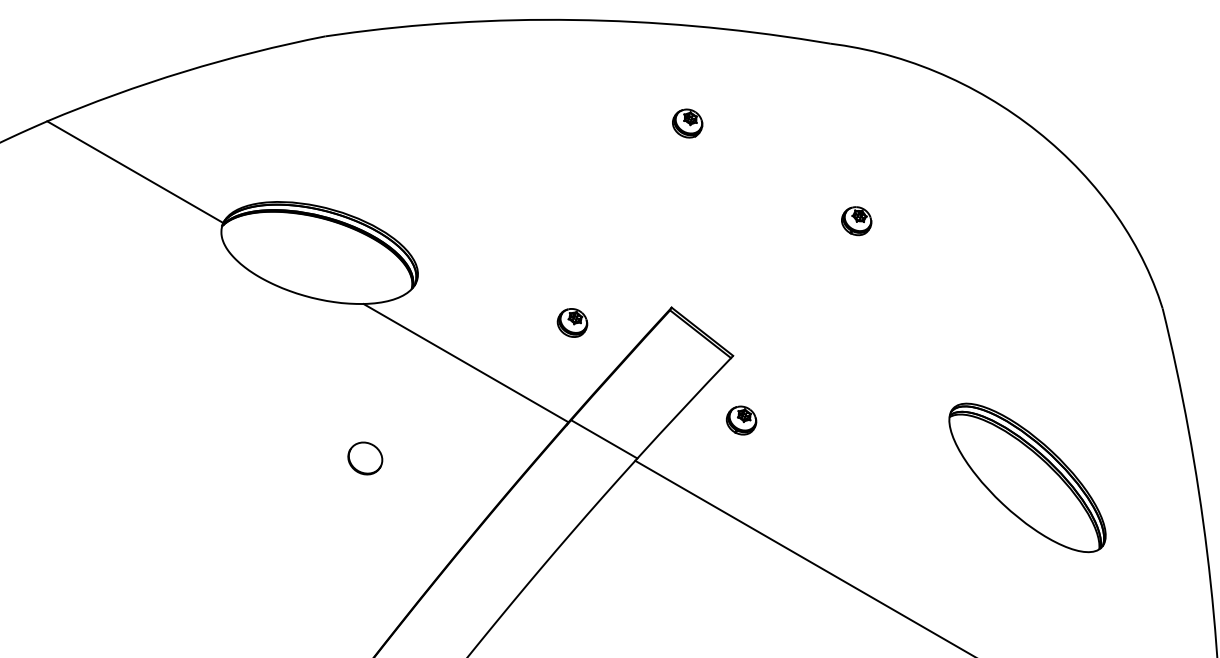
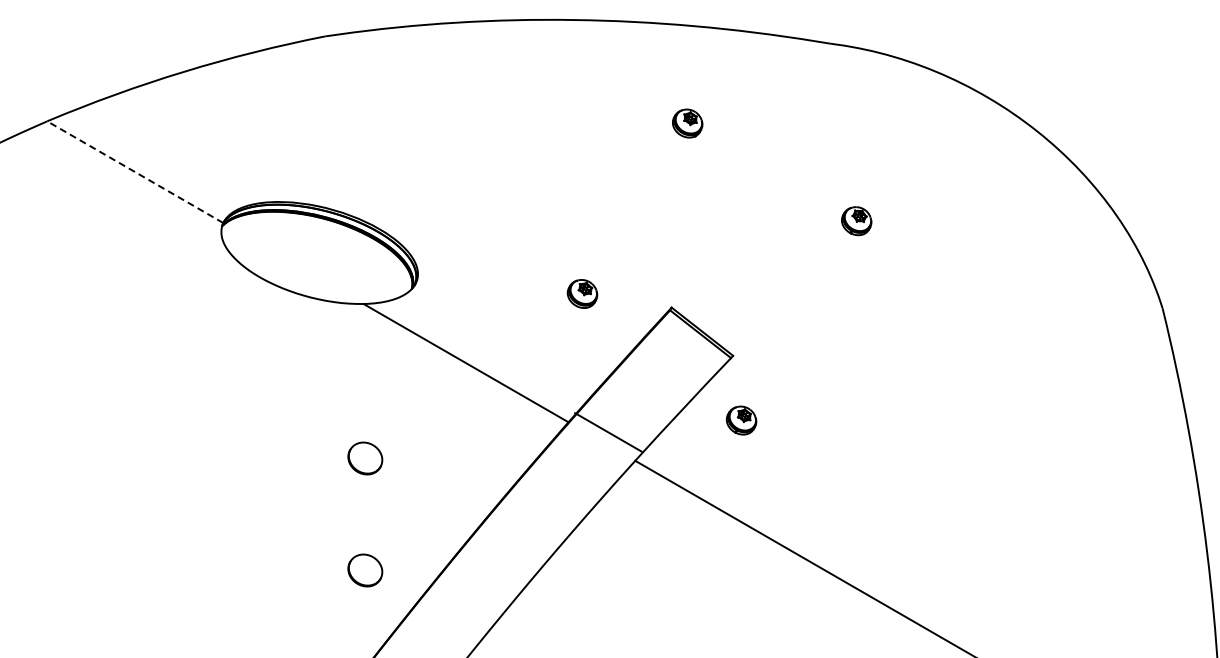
line at (135, 172): solid -> dashed
part at (572, 322) position: (572, 322) -> (582, 293)
line at (604, 439) position: (604, 439) -> (608, 432)
part at (1027, 477): present -> none
part at (365, 570): none -> present
